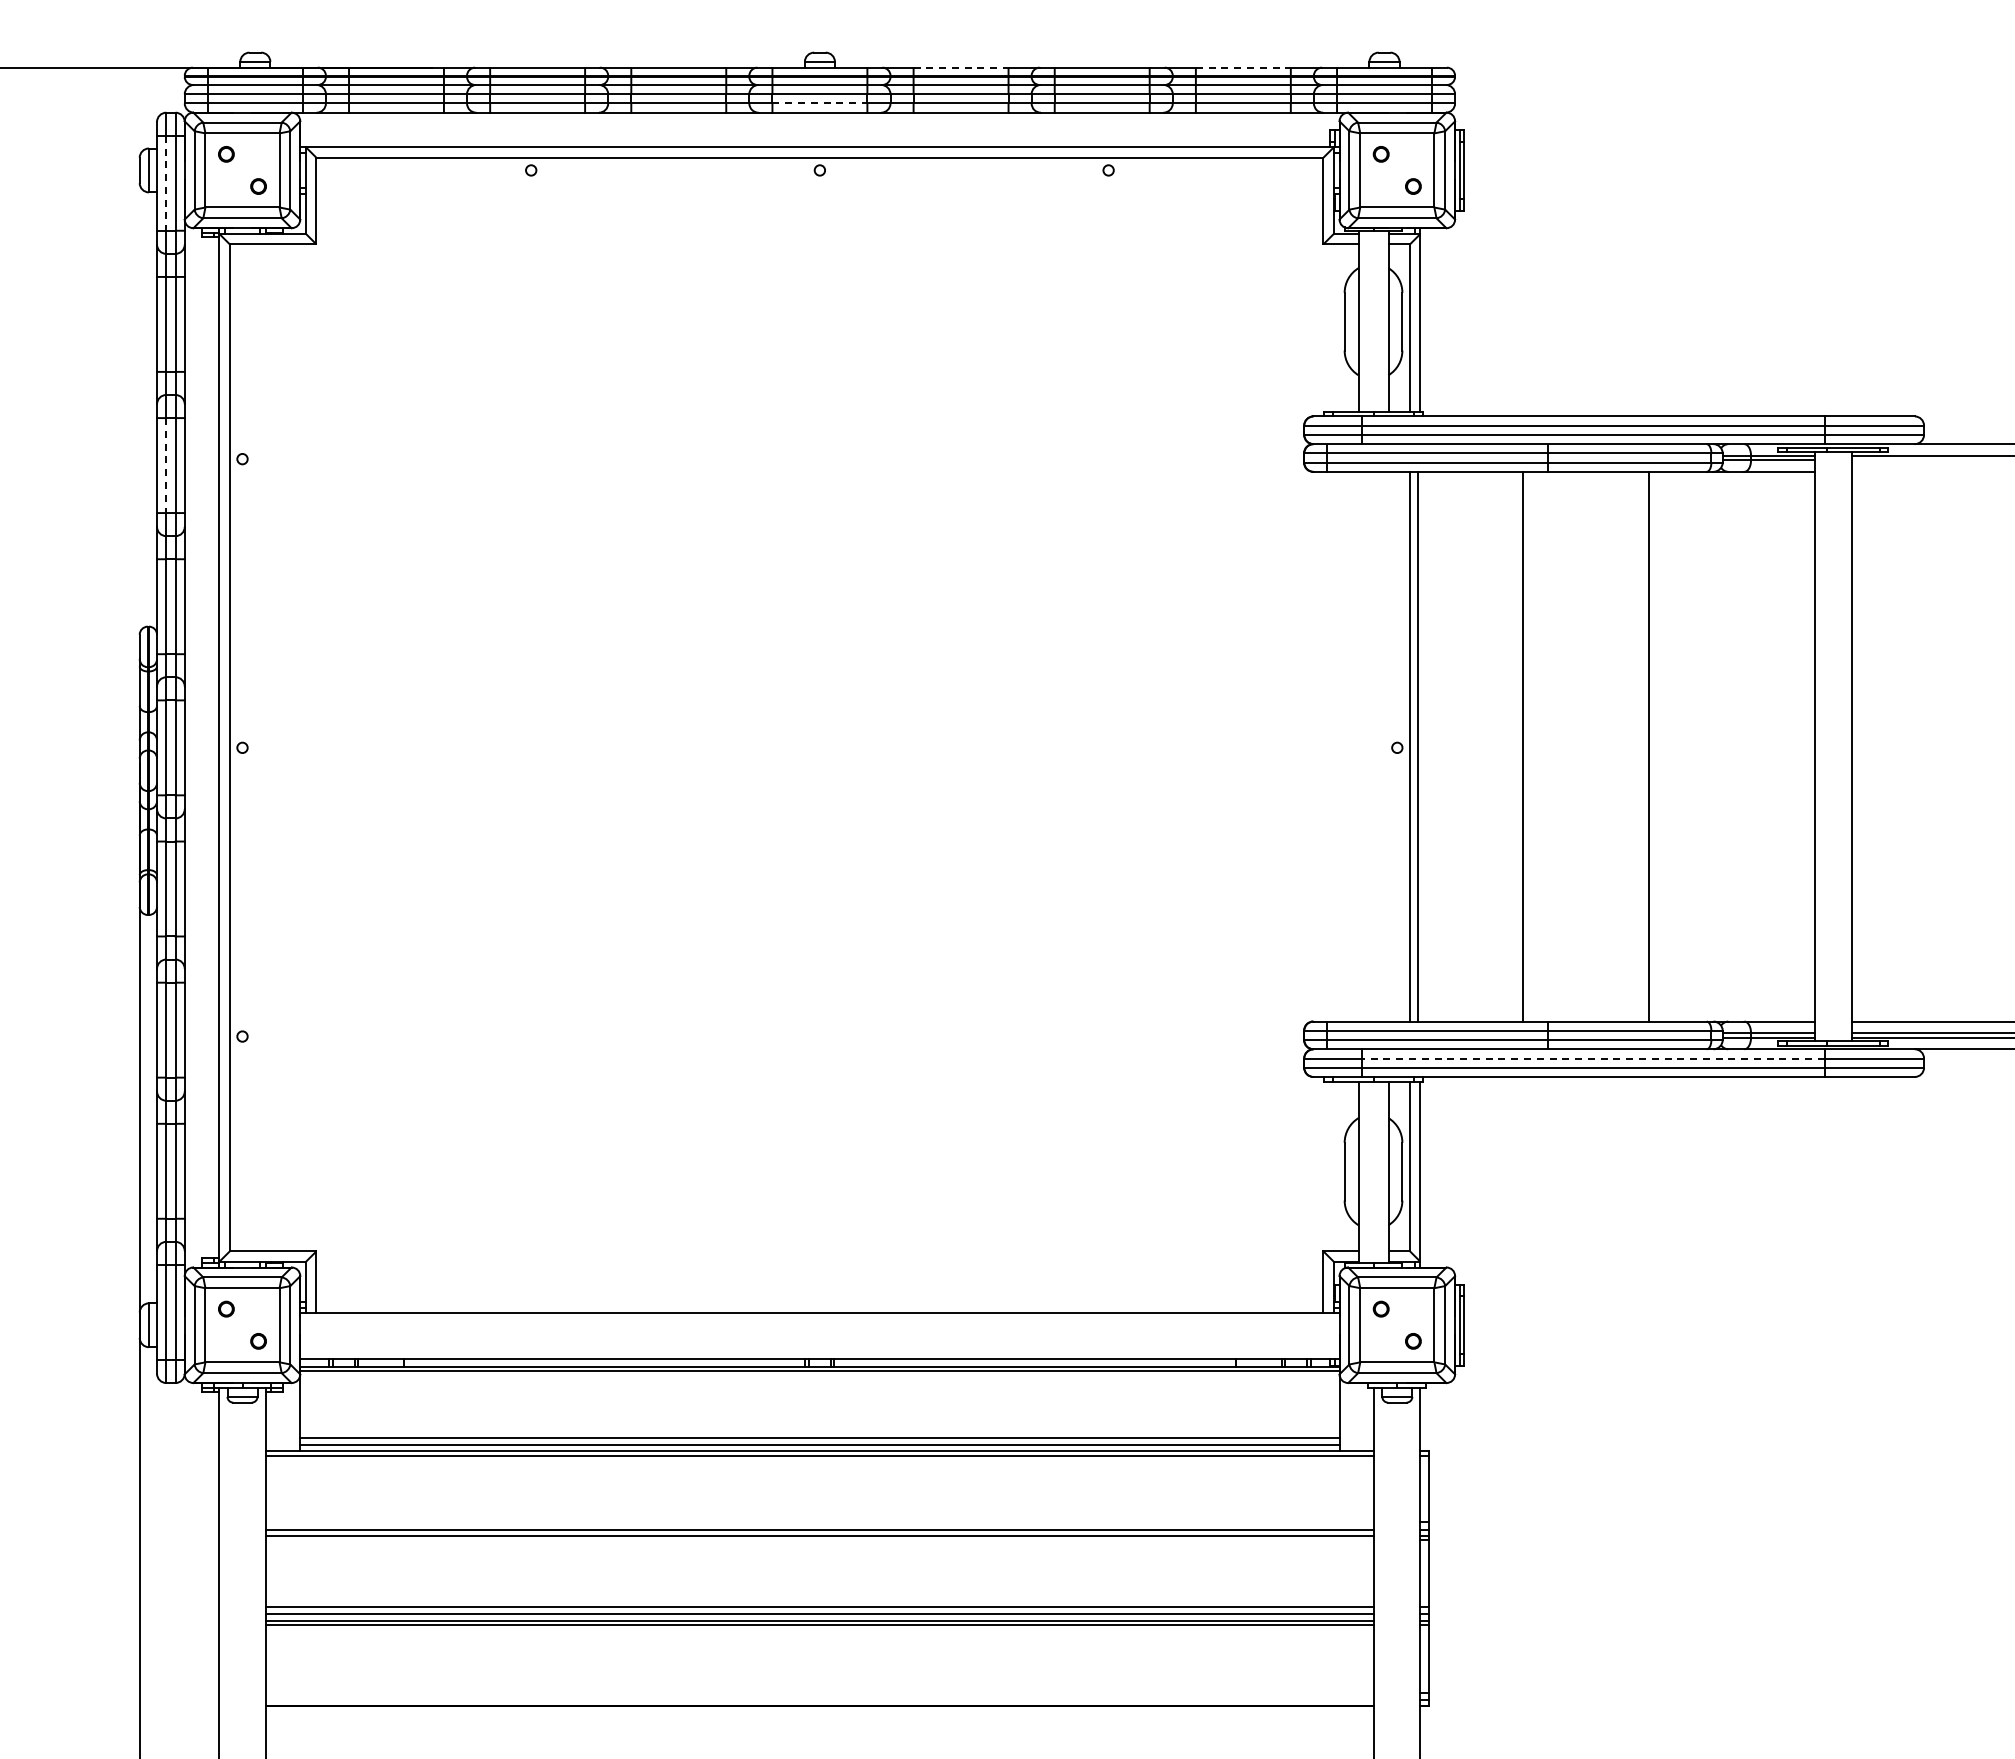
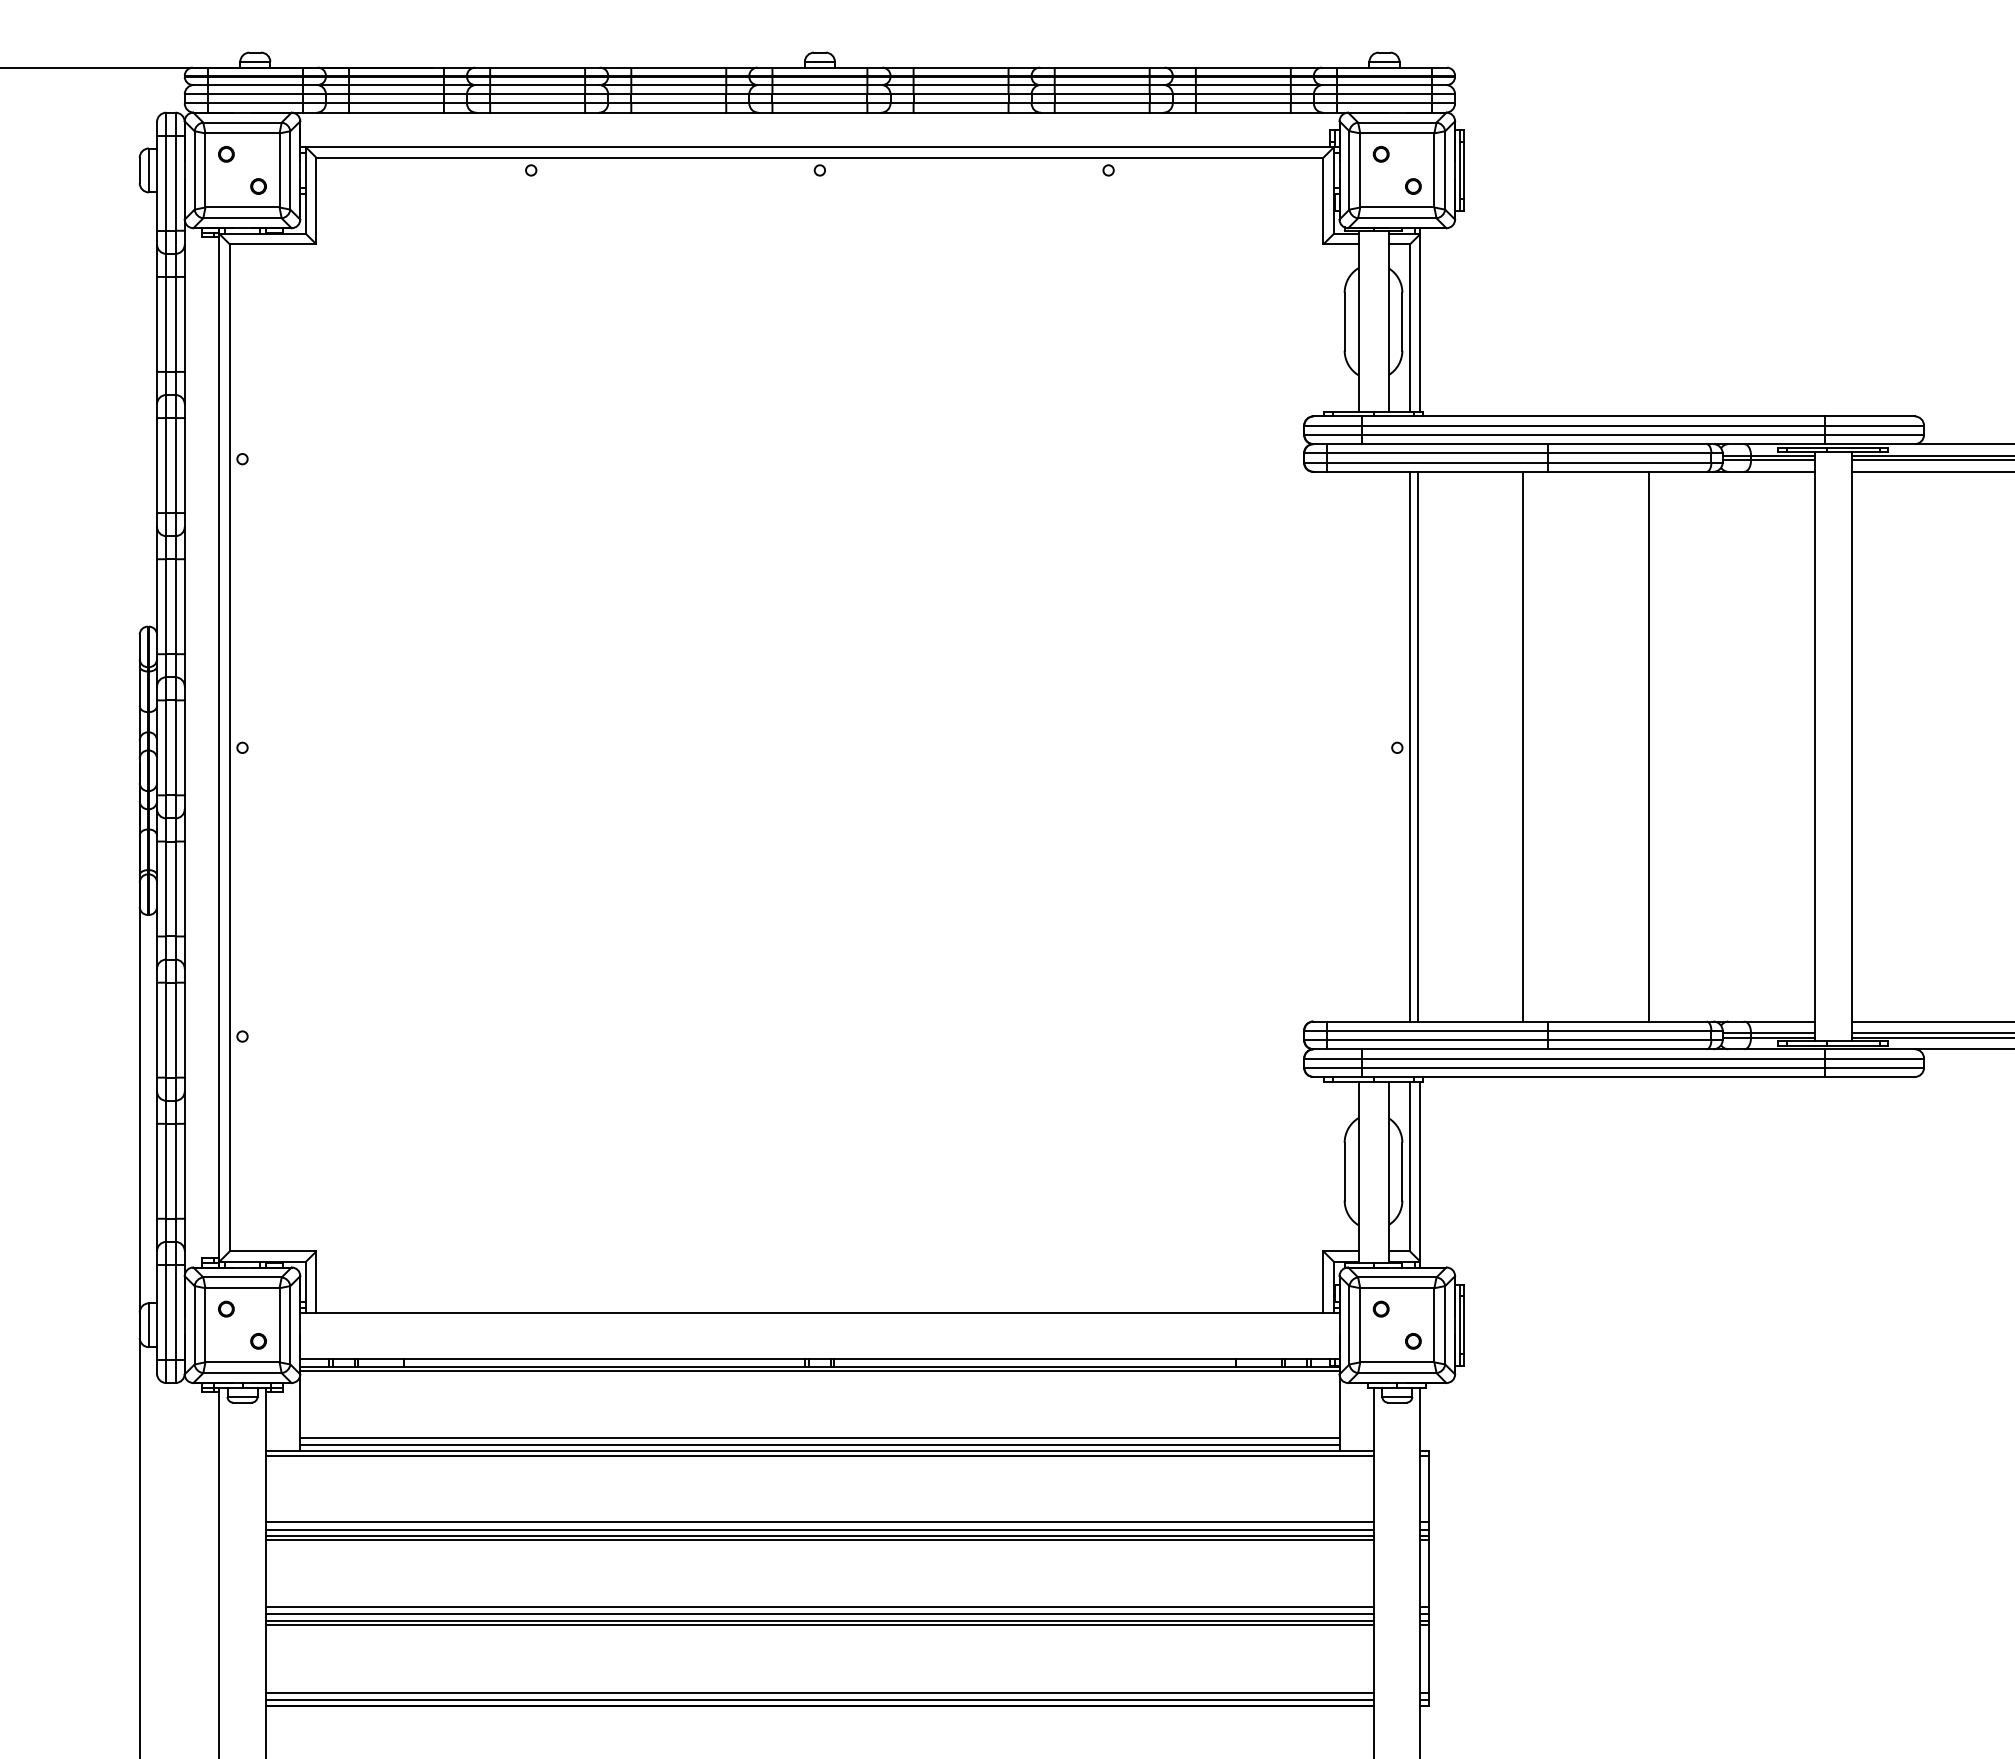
line at (961, 67): dashed -> solid
line at (1243, 67): dashed -> solid
line at (820, 103): dashed -> solid
line at (166, 183): dashed -> solid
line at (1931, 460): none -> present
line at (166, 466): dashed -> solid
line at (1931, 471): none -> present
line at (1592, 1058): dashed -> solid
line at (819, 1522): none -> present
line at (819, 1540): none -> present
line at (819, 1693): none -> present
line at (819, 1699): none -> present
